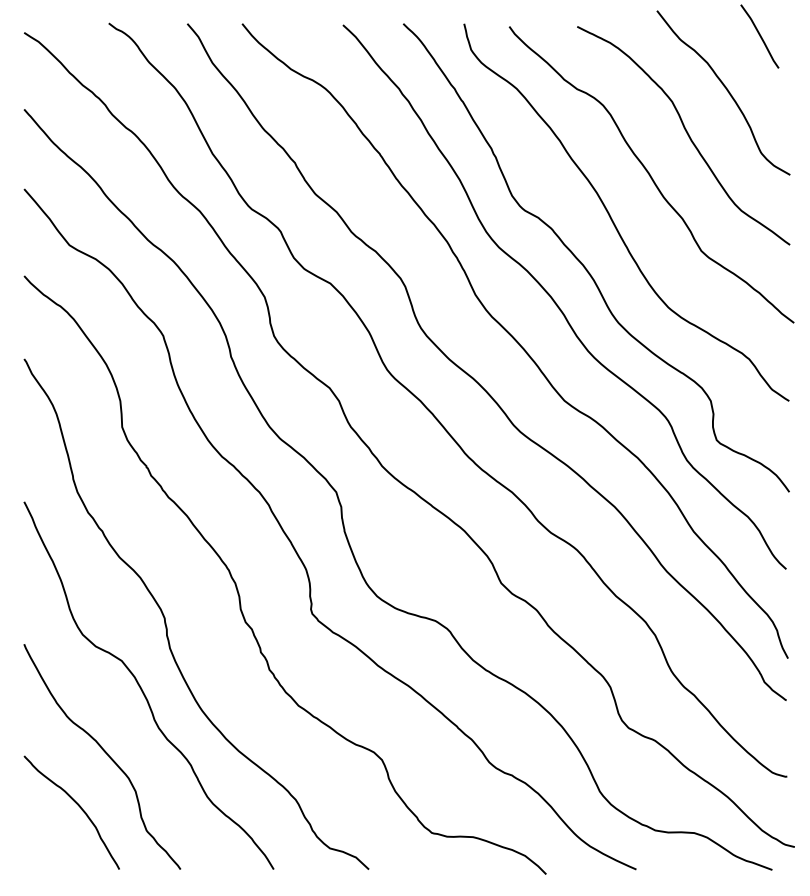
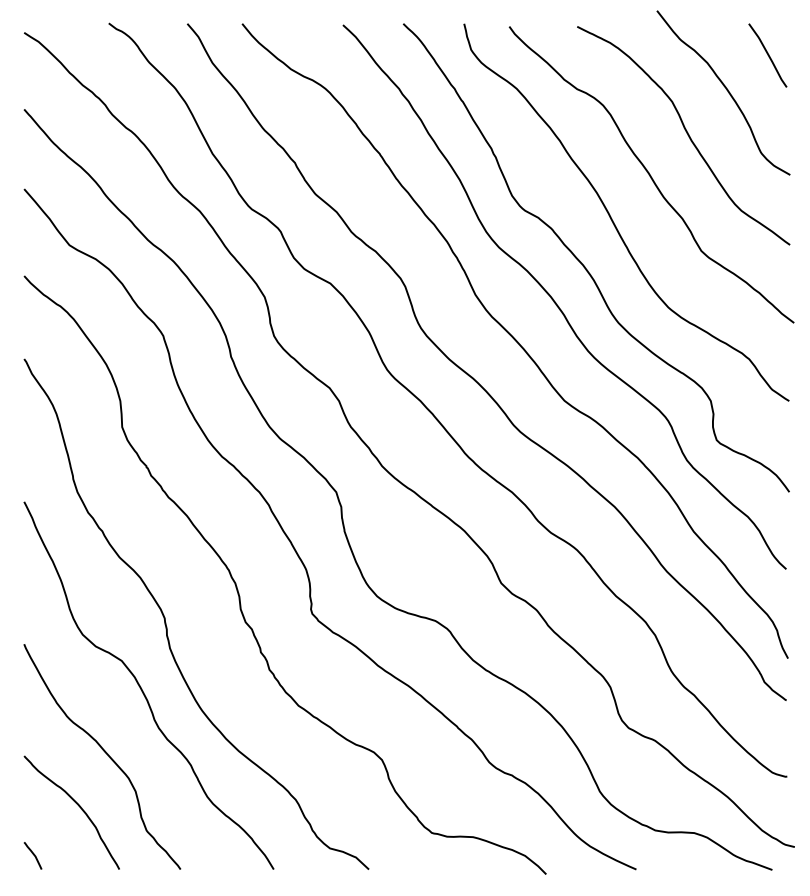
curve at (759, 36) position: (759, 36) -> (767, 55)
curve at (32, 854): none -> present
